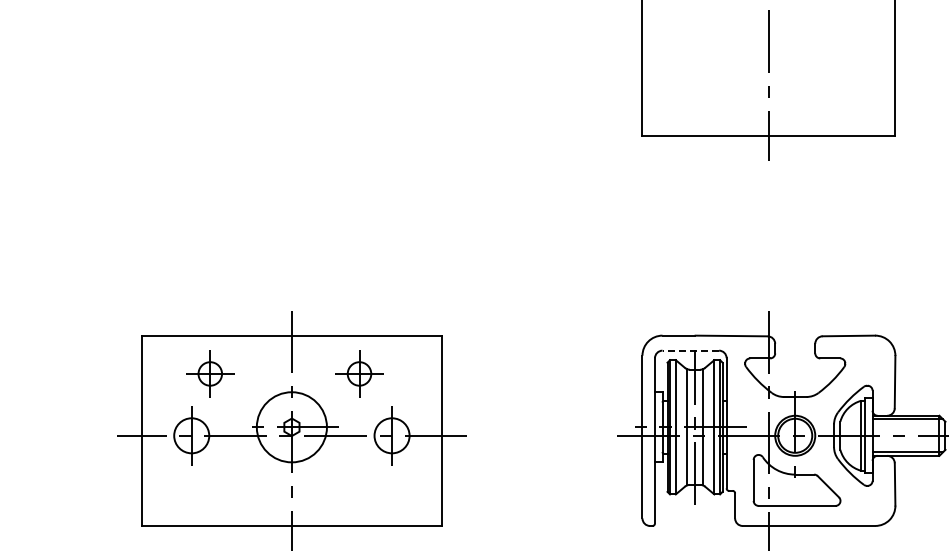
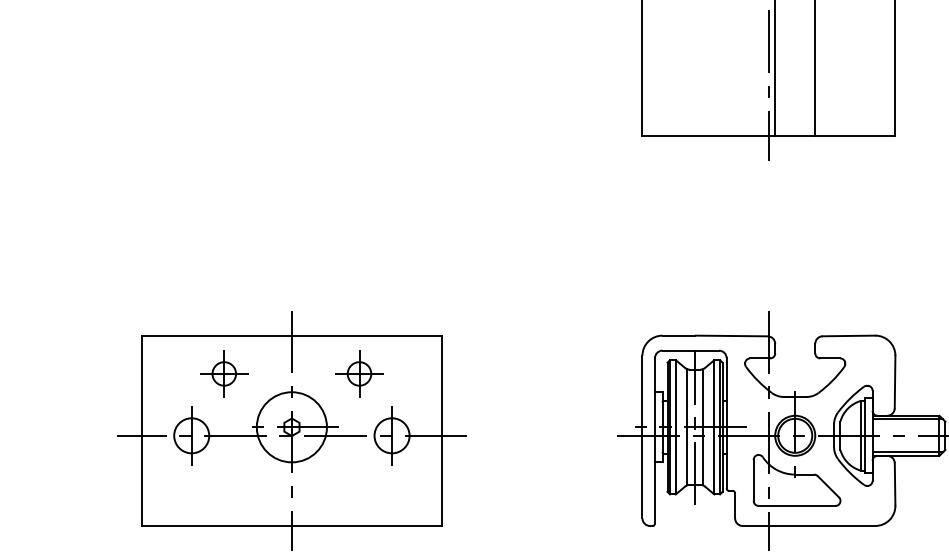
line at (775, 68): none -> present
line at (815, 68): none -> present
line at (690, 350): dashed -> solid
part at (210, 373) position: (210, 373) -> (224, 373)
